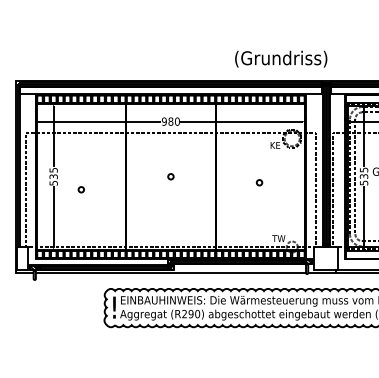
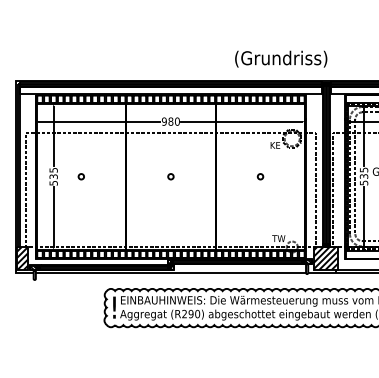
circle at (259, 182) position: (259, 182) -> (260, 176)
circle at (80, 189) position: (80, 189) -> (80, 176)
hatch at (22, 258): none -> present
hatch at (325, 258): none -> present
